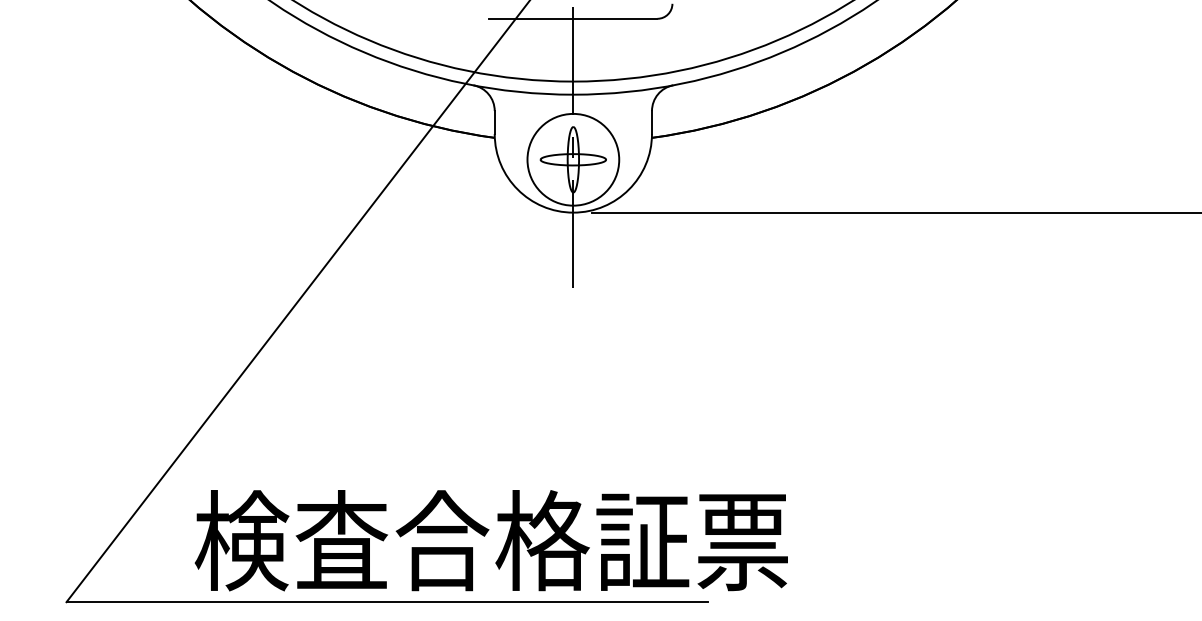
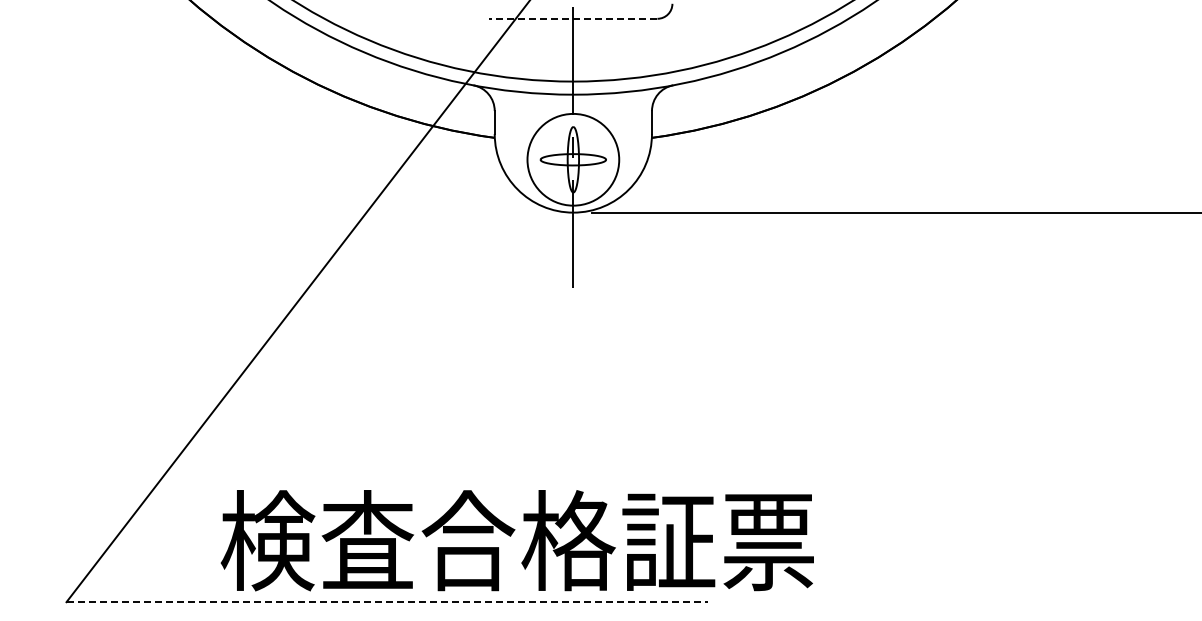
line at (572, 18): solid -> dashed
text at (490, 540) position: (490, 540) -> (516, 540)
line at (387, 602): solid -> dashed
